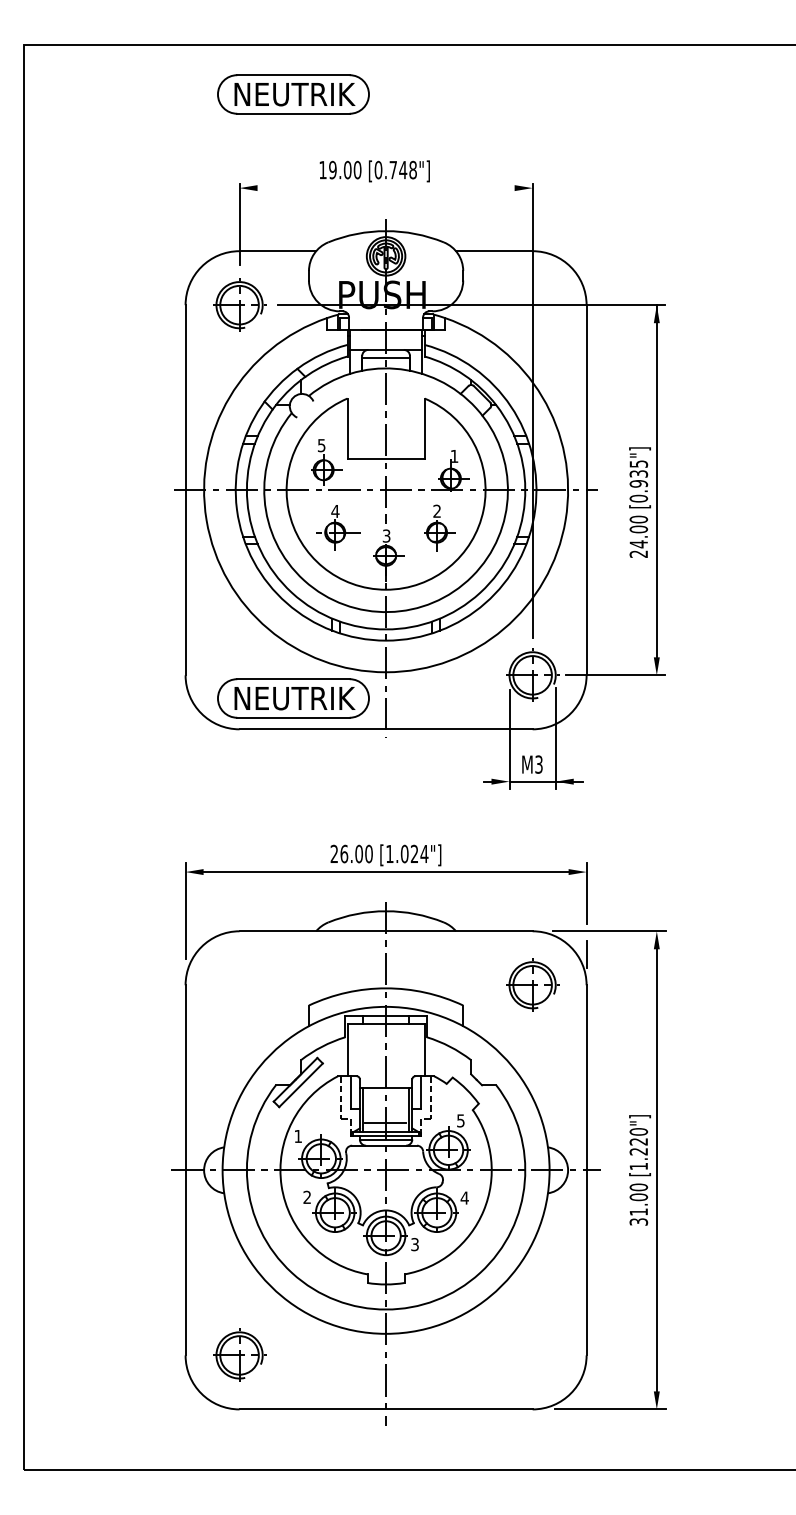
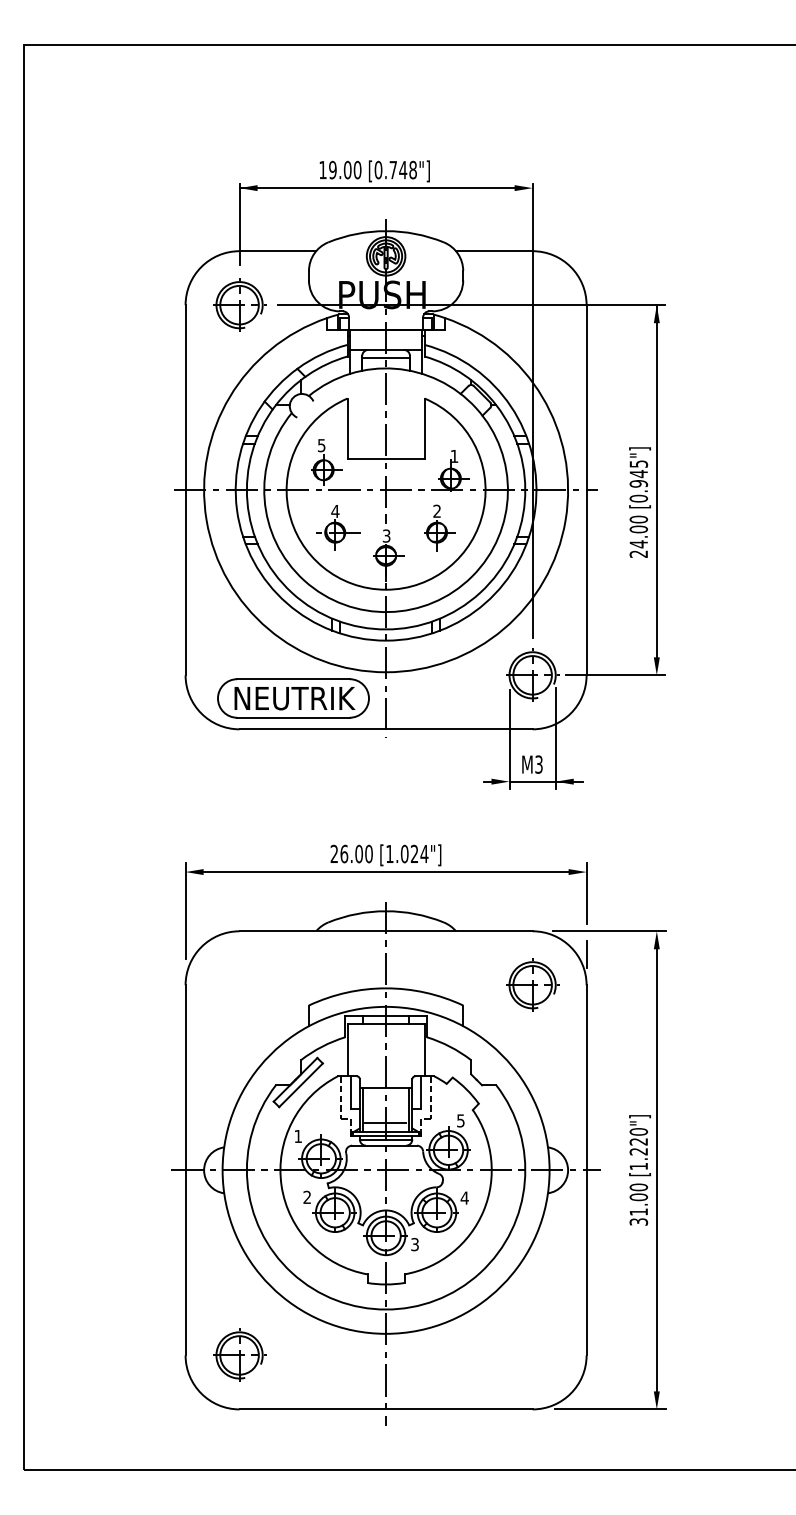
part at (293, 94): present -> none
line at (376, 188): none -> present
text at (638, 474): [0.935"] -> [0.945"]
